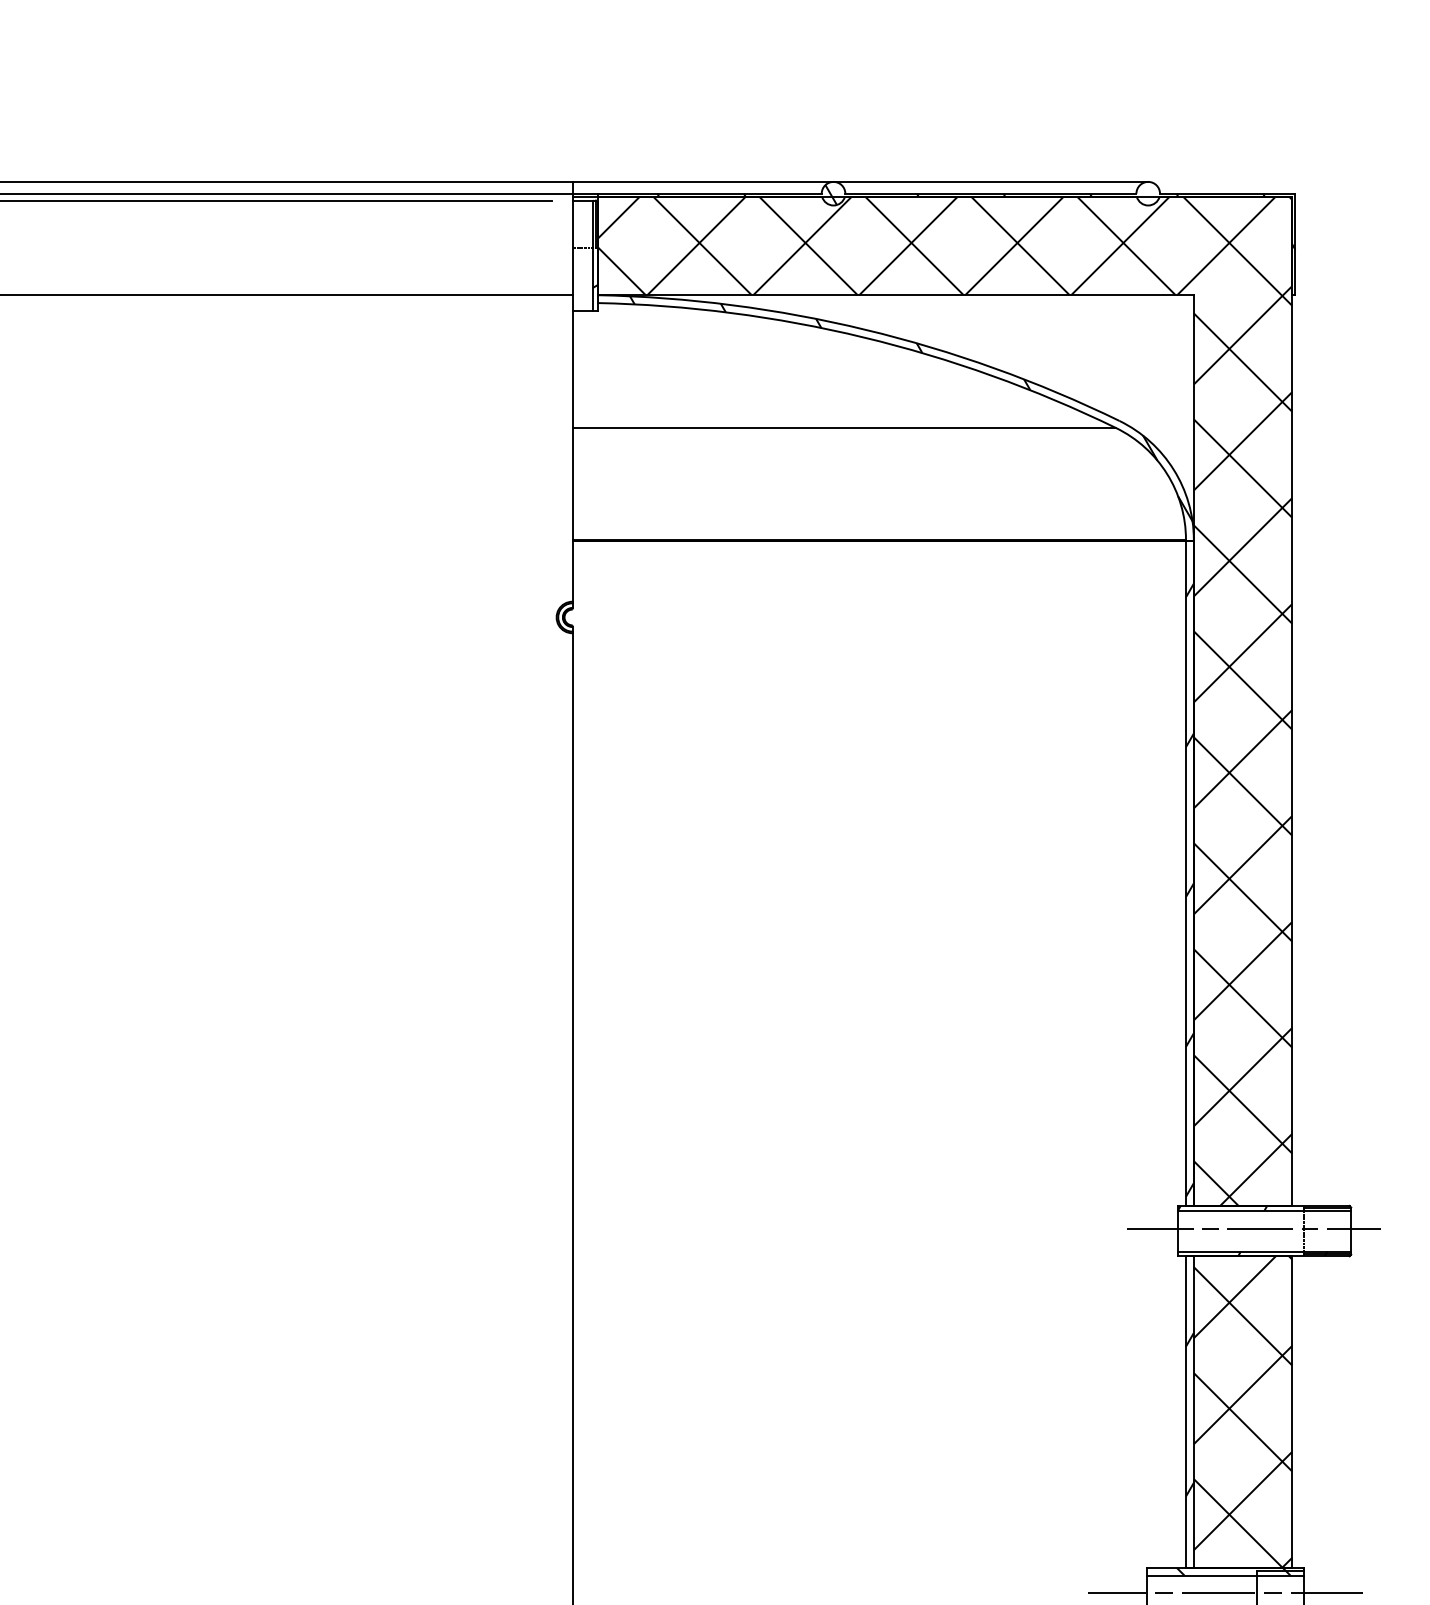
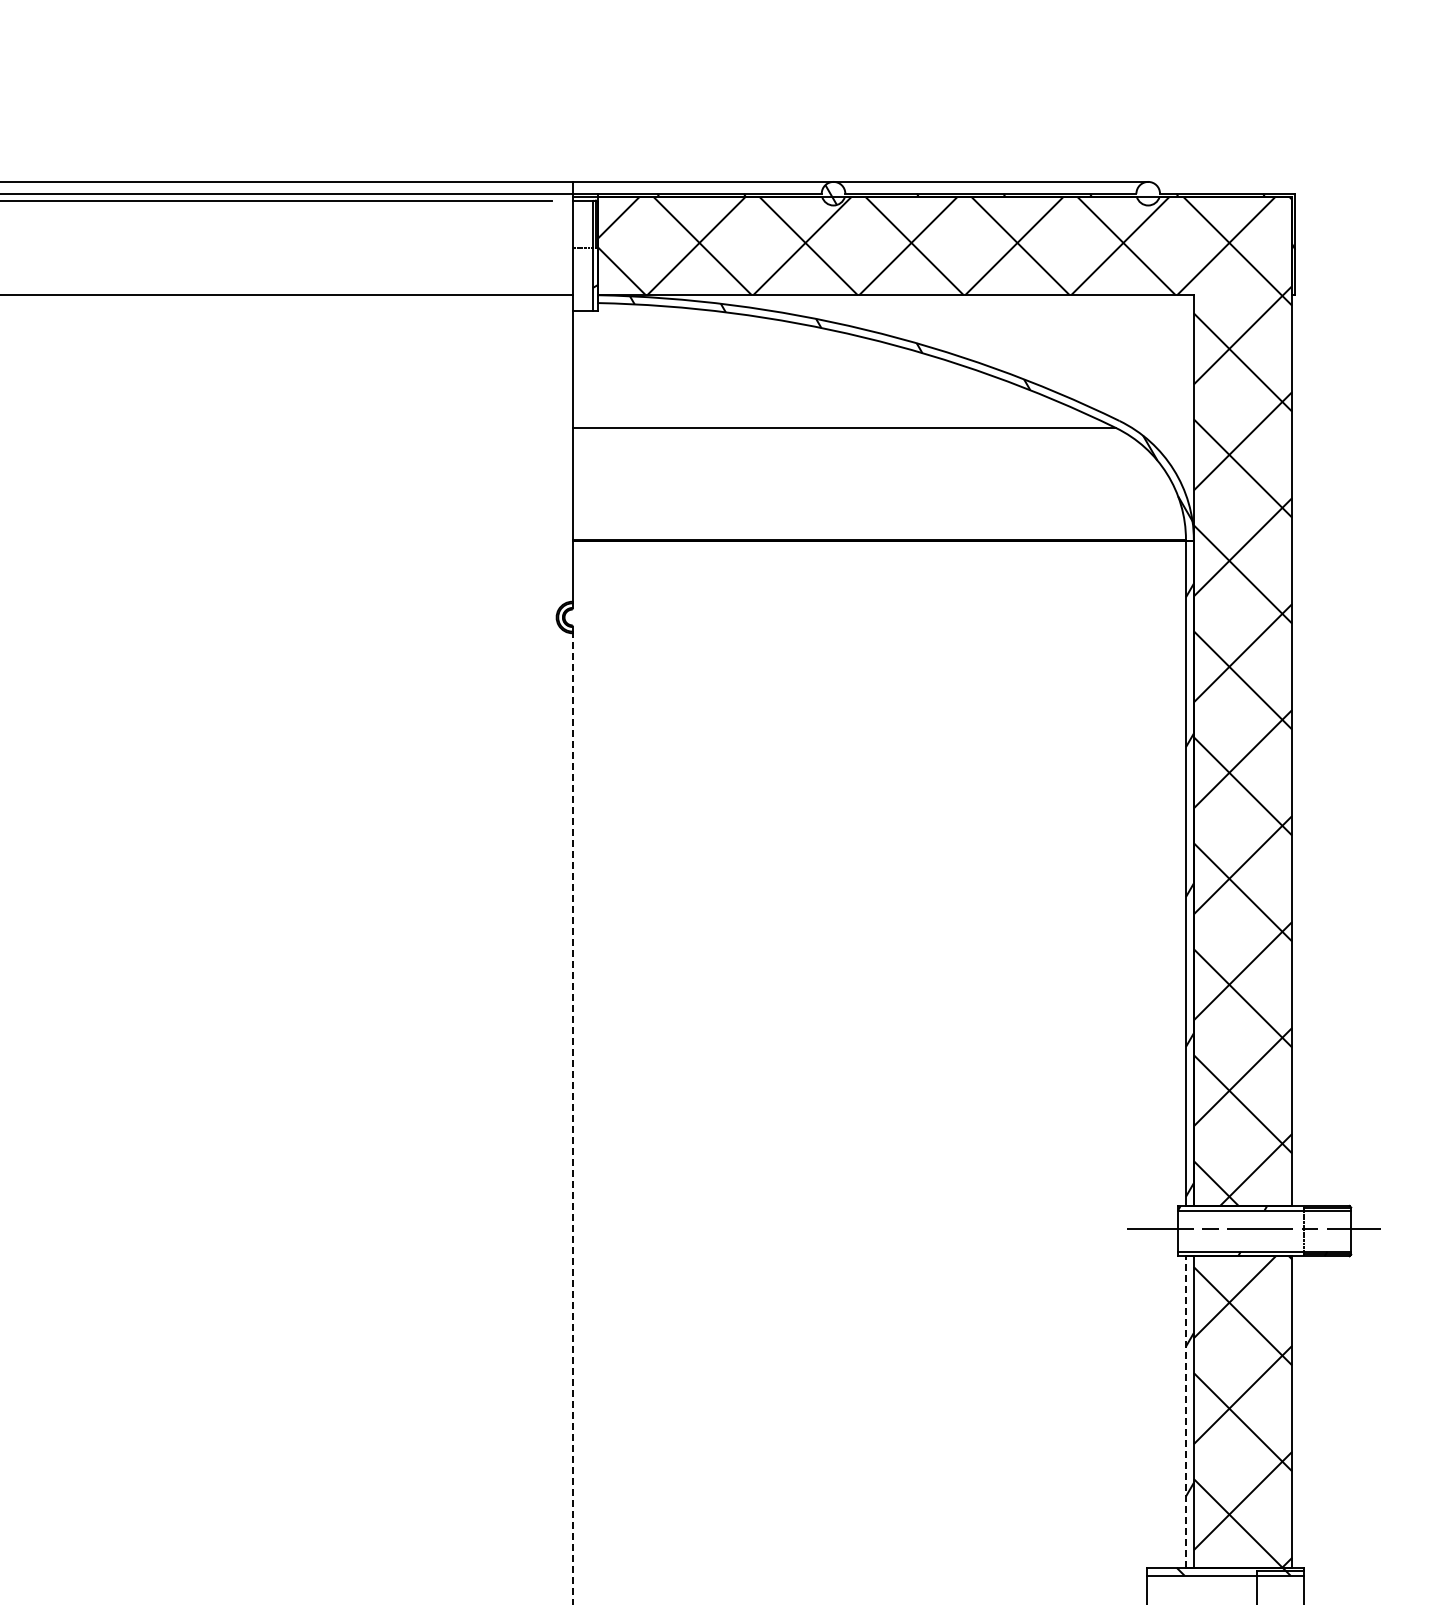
line at (572, 1118): solid -> dashed
line at (1185, 1412): solid -> dashed
line at (1224, 1592): present -> none
